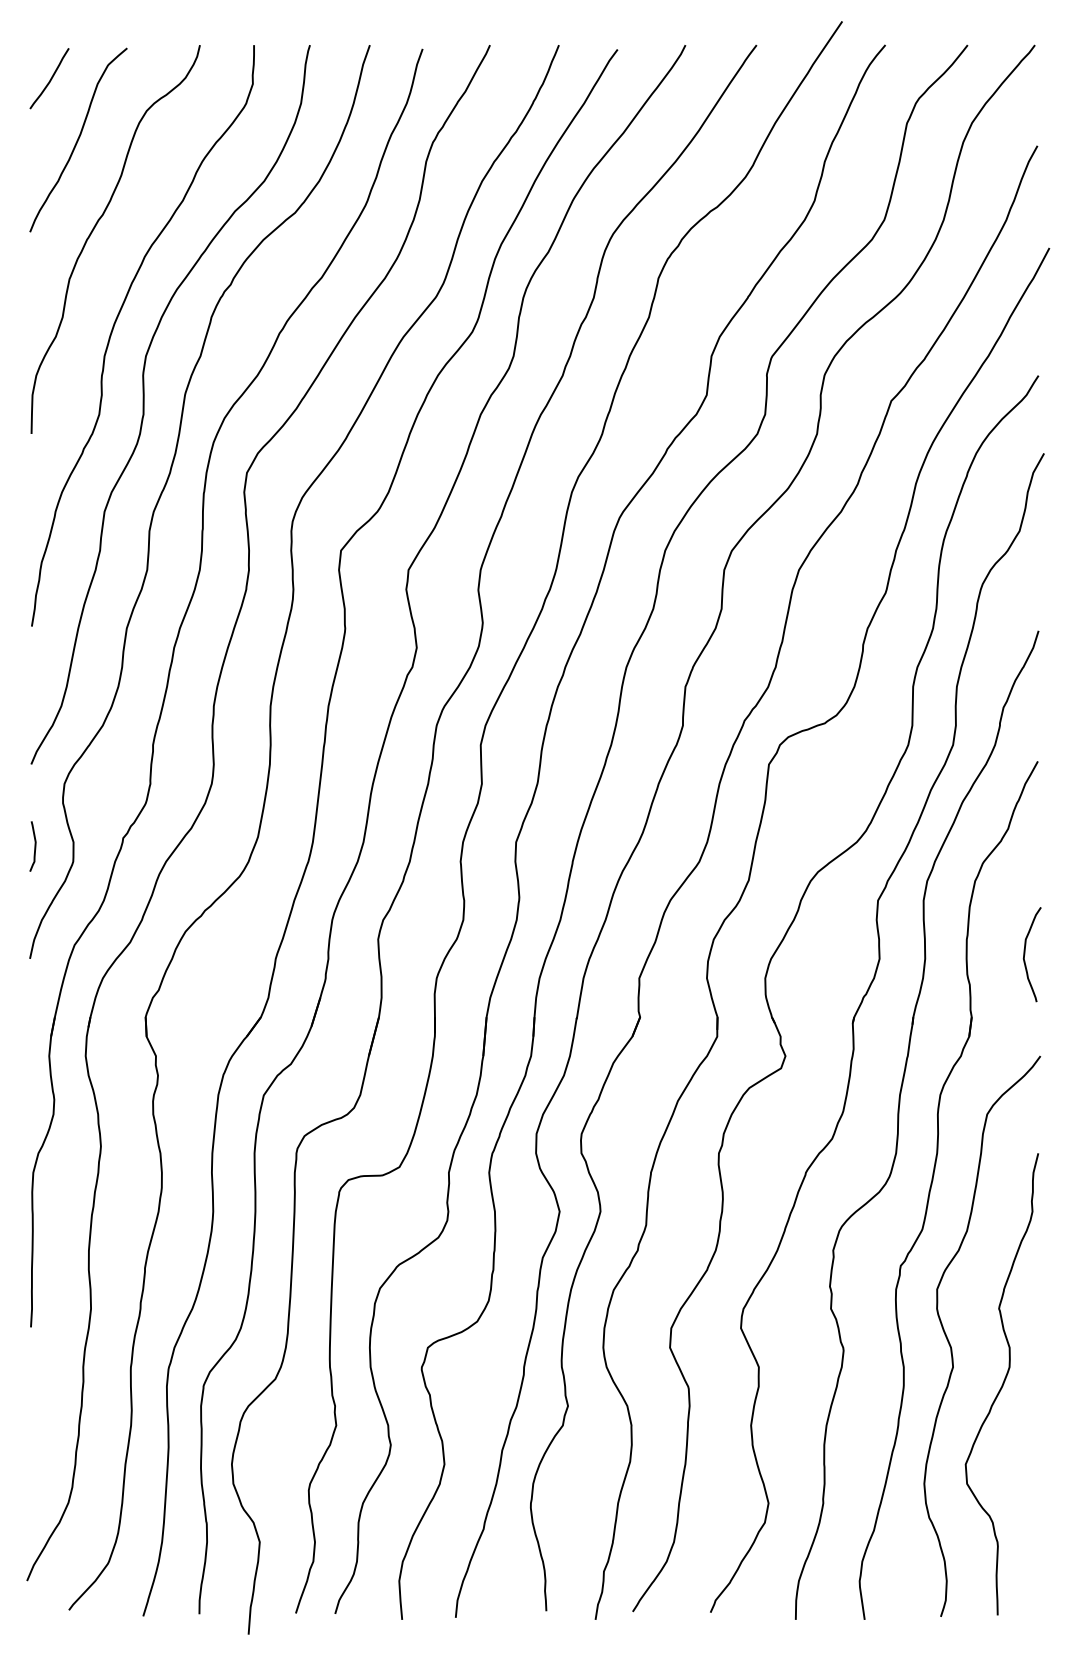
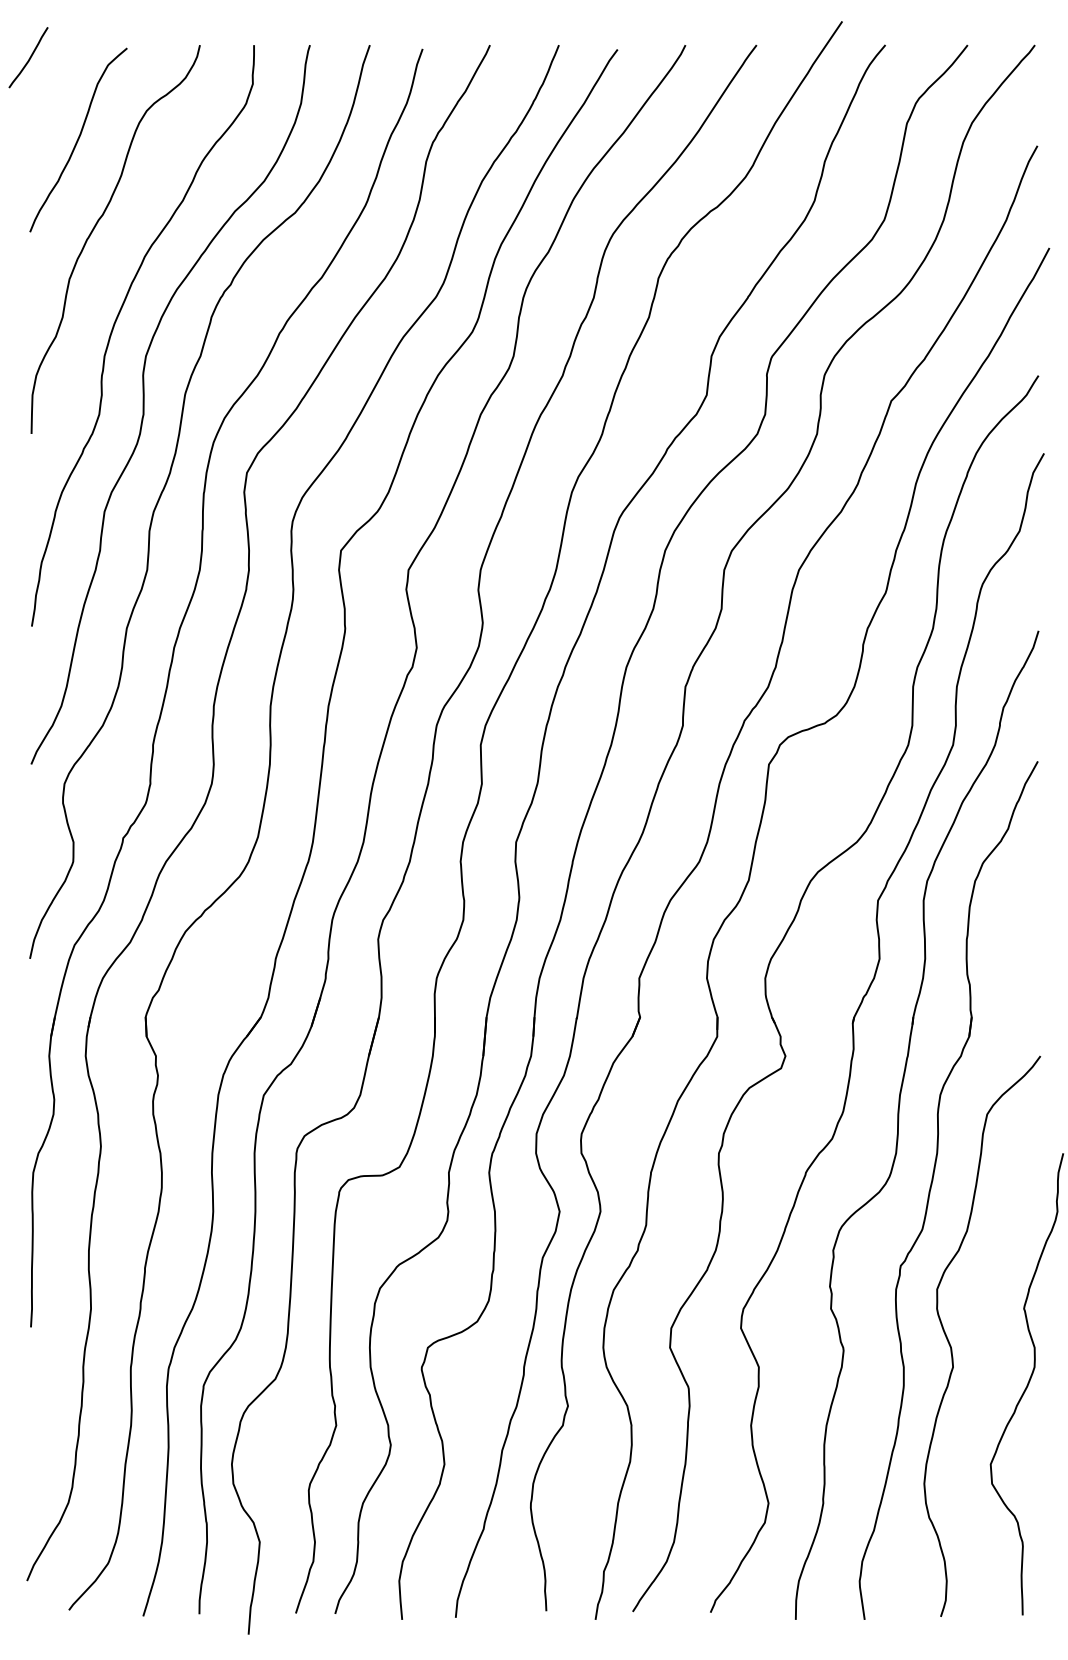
curve at (50, 78) position: (50, 78) -> (29, 57)
curve at (34, 846): present -> none
curve at (1025, 954): present -> none
curve at (1002, 1384) position: (1002, 1384) -> (1027, 1384)
